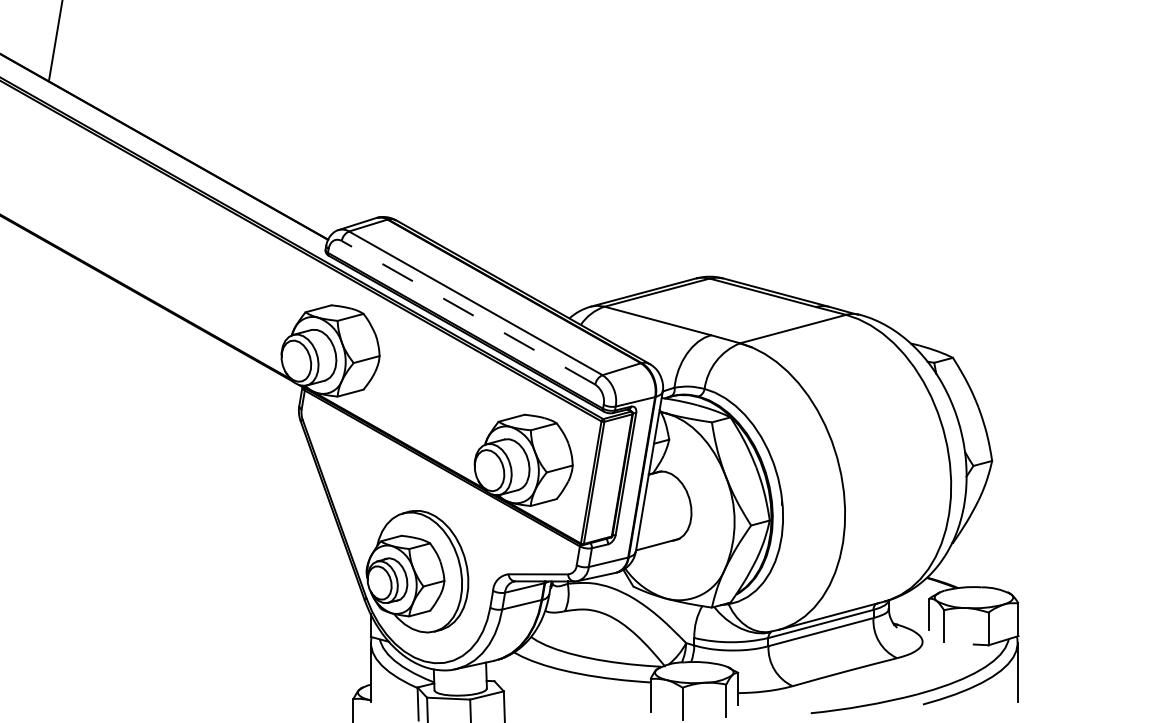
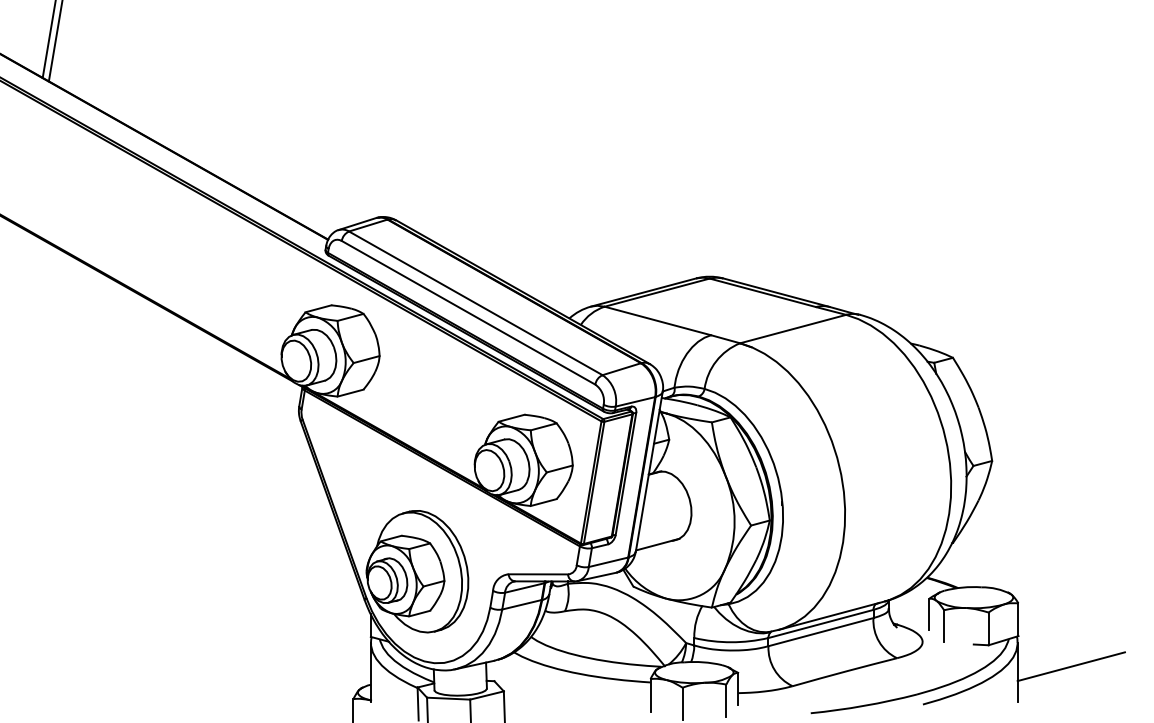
line at (48, 39): none -> present
line at (468, 312): dashed -> solid
line at (1070, 666): none -> present
